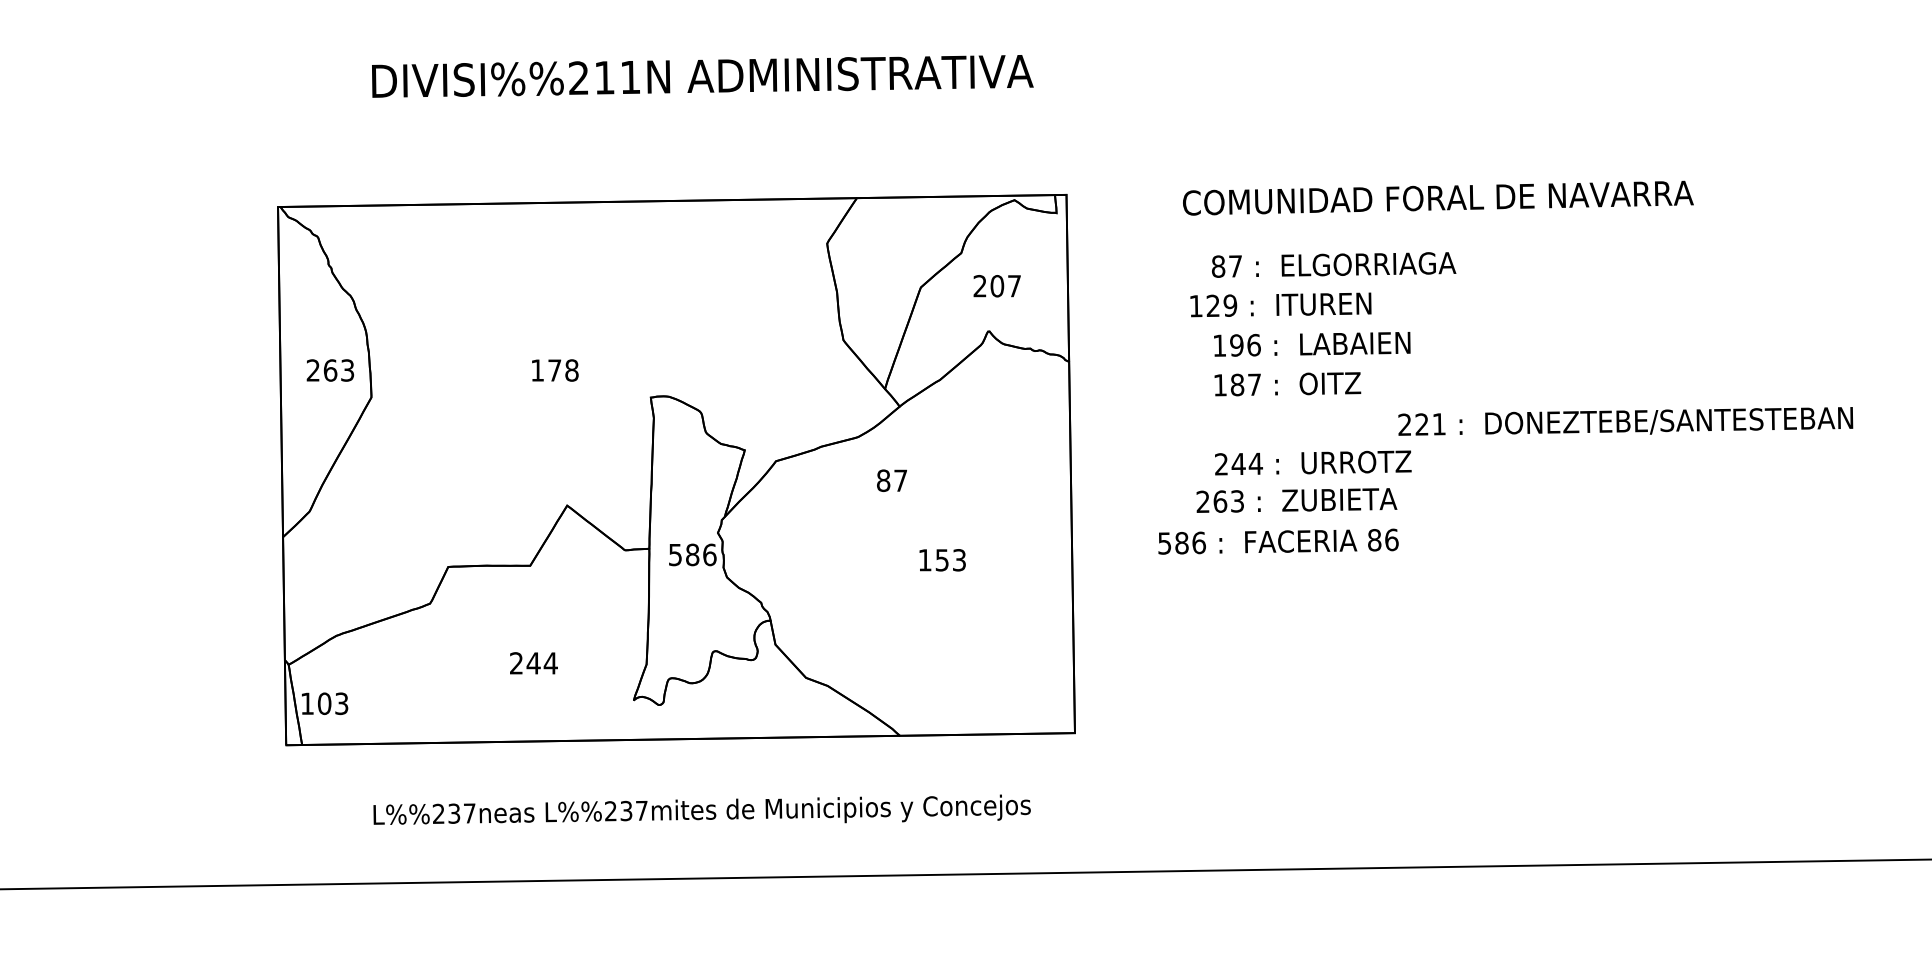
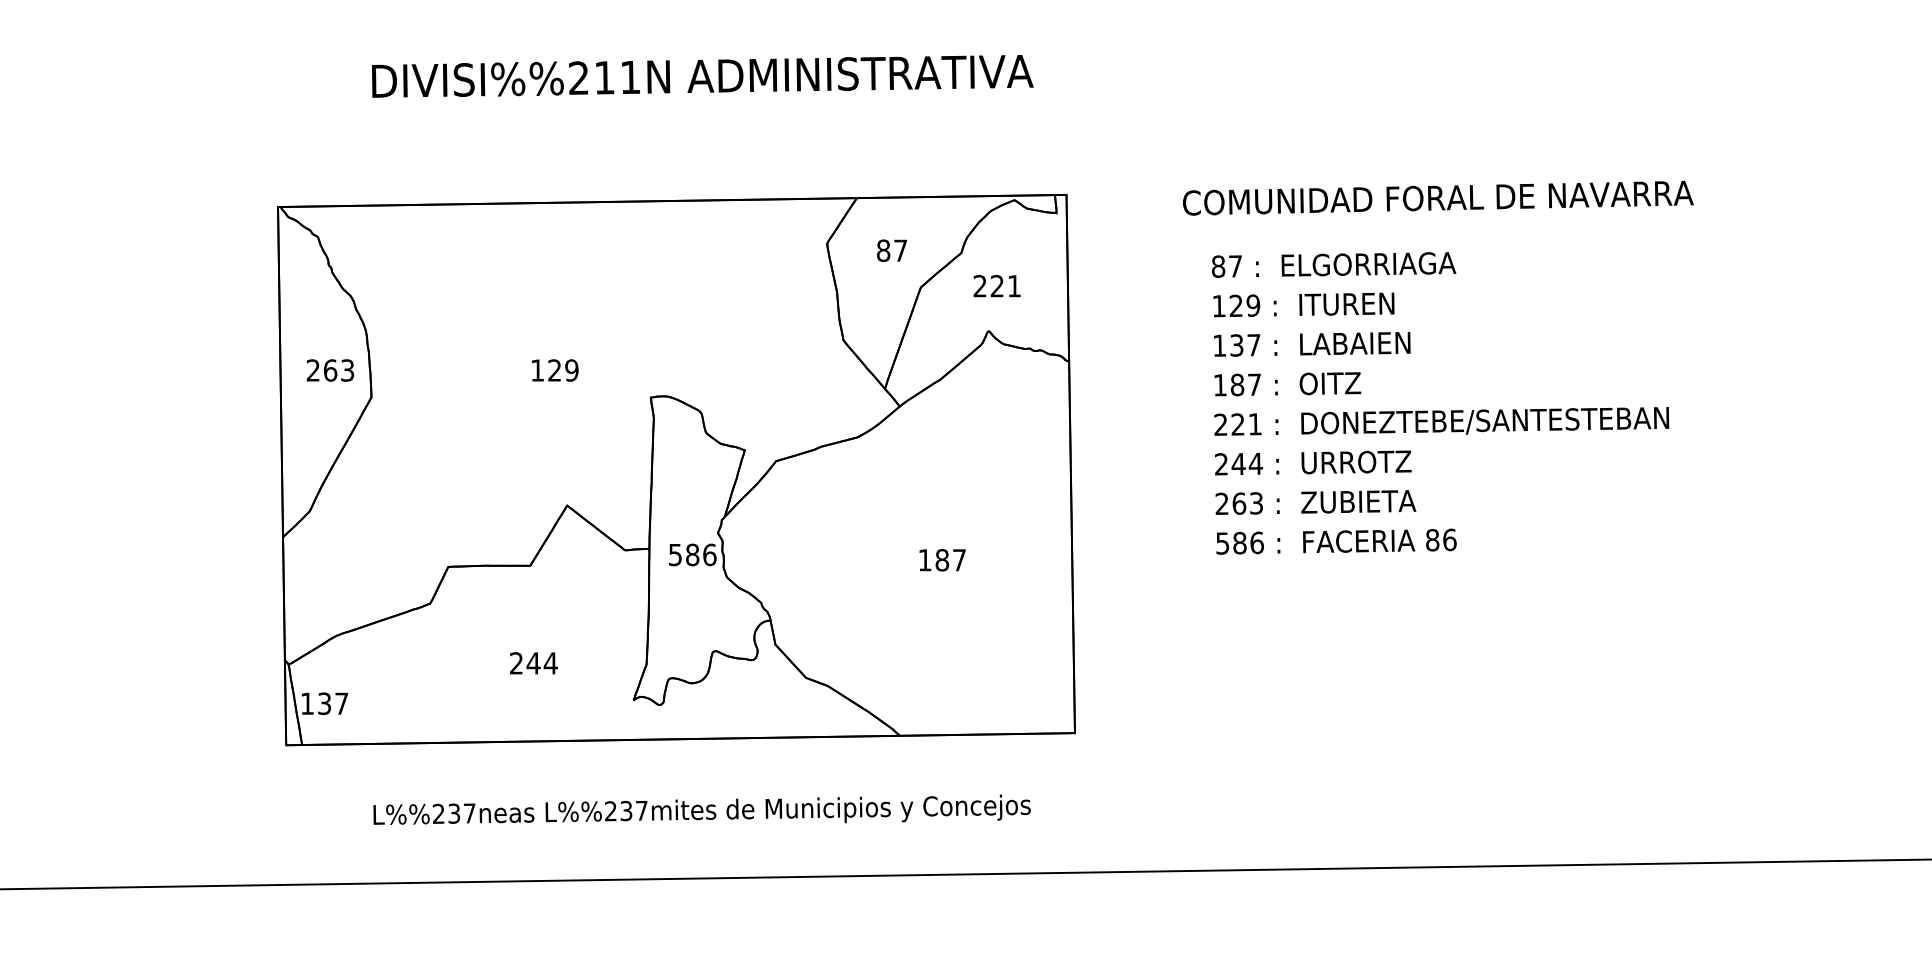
text at (1005, 286): 207 -> 221
text at (1280, 304) position: (1280, 304) -> (1303, 304)
text at (1245, 344): 196 -> 137
text at (563, 370): 178 -> 129
text at (1625, 421) position: (1625, 421) -> (1441, 421)
text at (891, 480) position: (891, 480) -> (891, 250)
text at (1296, 500) position: (1296, 500) -> (1315, 502)
text at (1278, 541) position: (1278, 541) -> (1336, 541)
text at (950, 560): 153 -> 187
text at (333, 703): 103 -> 137
